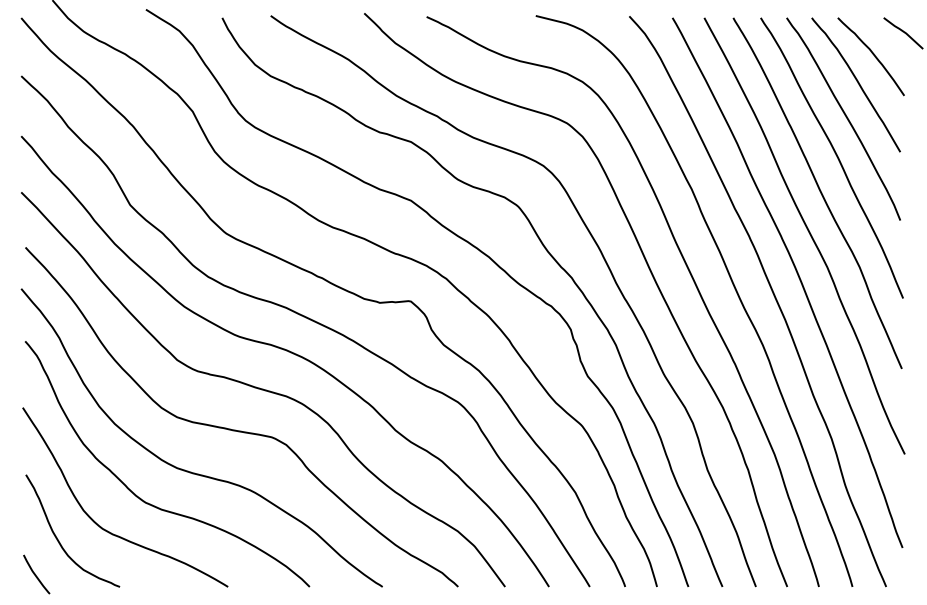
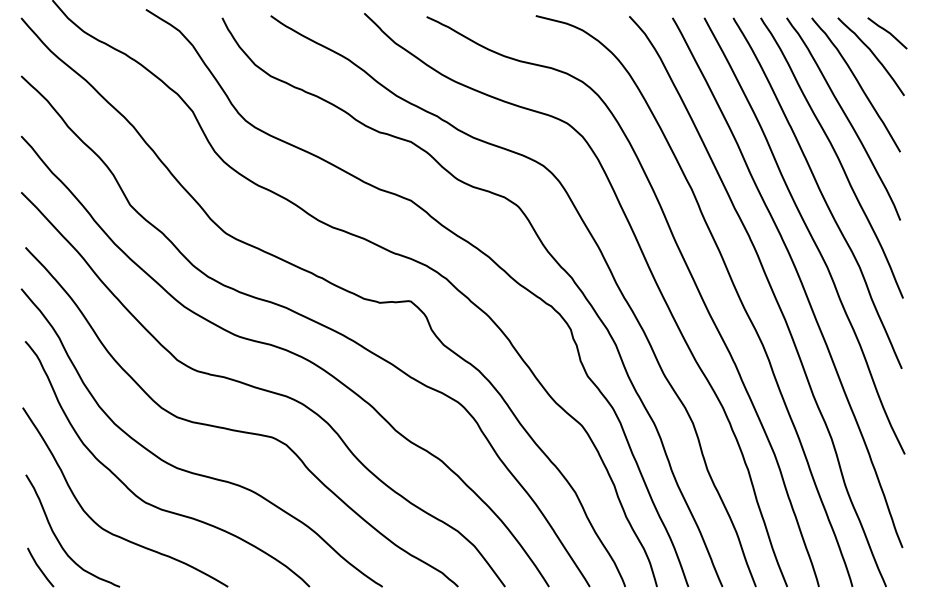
line at (903, 32) position: (903, 32) -> (887, 32)
curve at (36, 574) position: (36, 574) -> (40, 567)
